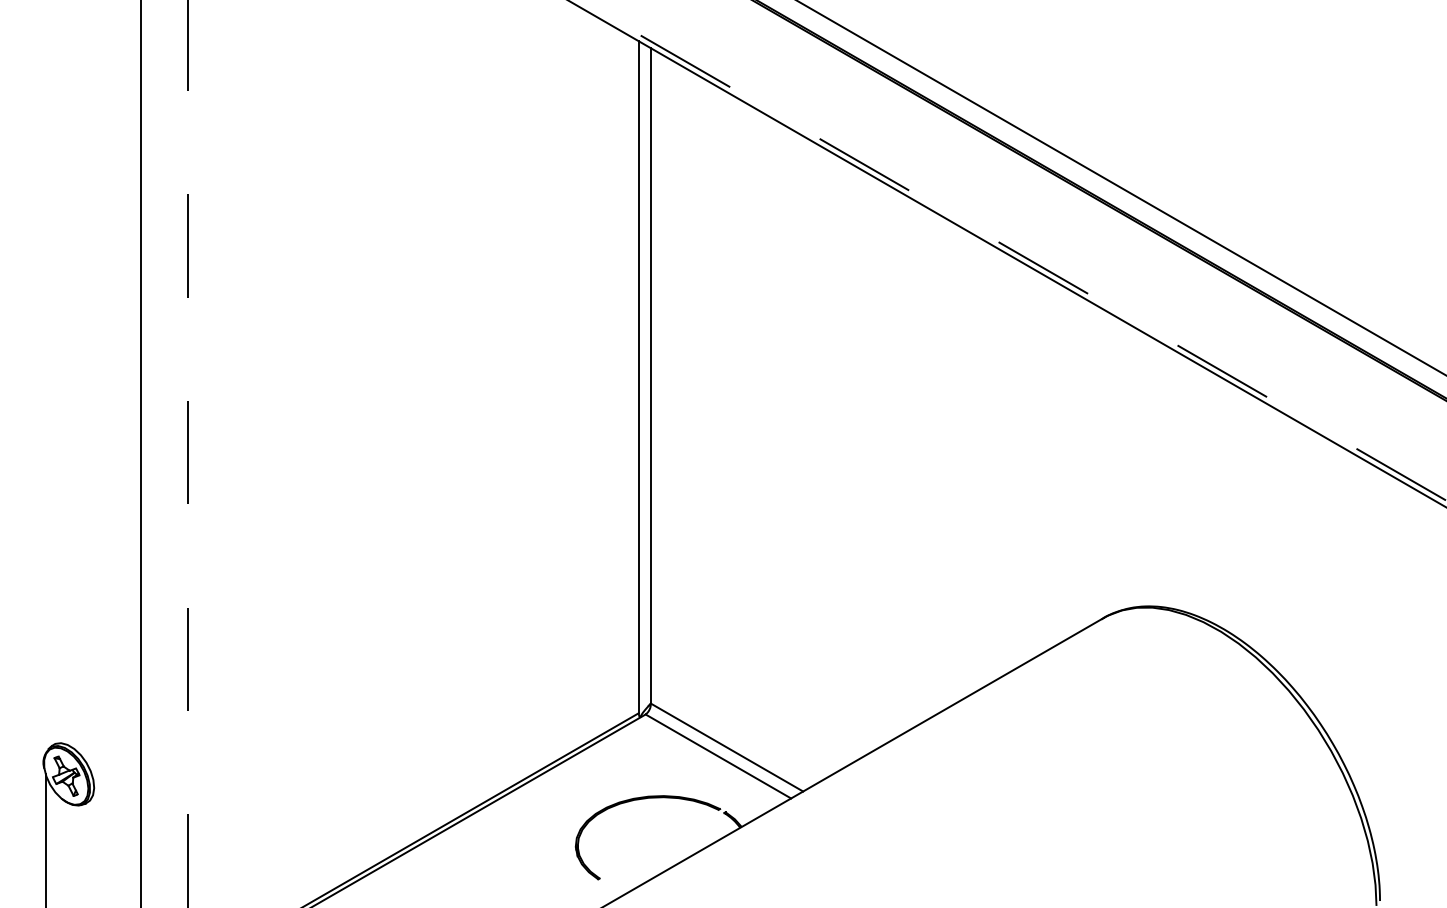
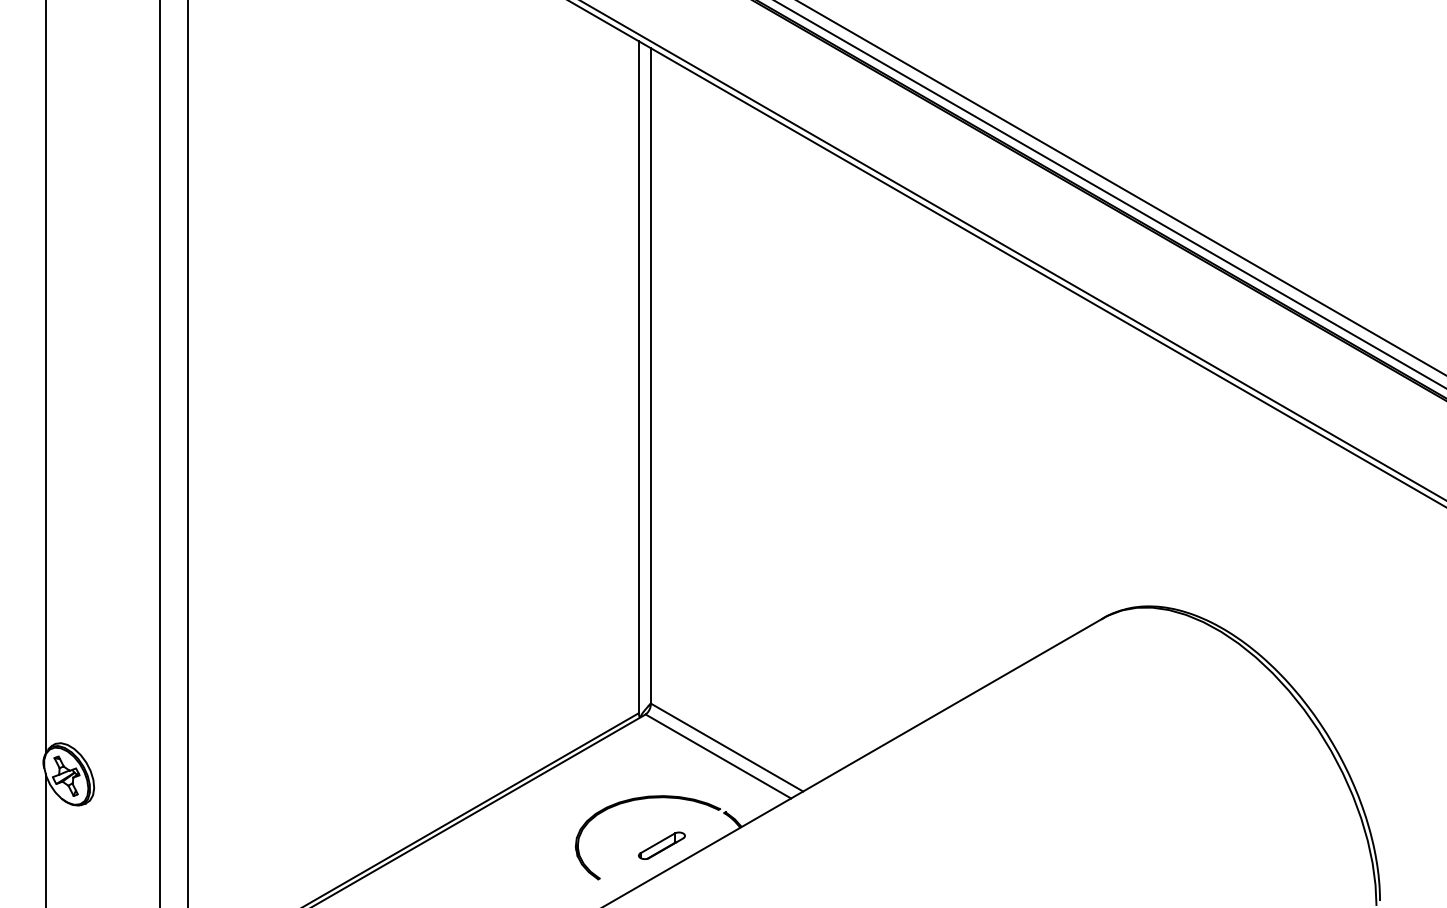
line at (1110, 194): none -> present
line at (1013, 250): dashed -> solid
line at (45, 377): none -> present
line at (140, 453) position: (140, 453) -> (159, 453)
line at (188, 453): dashed -> solid
part at (661, 845): none -> present
